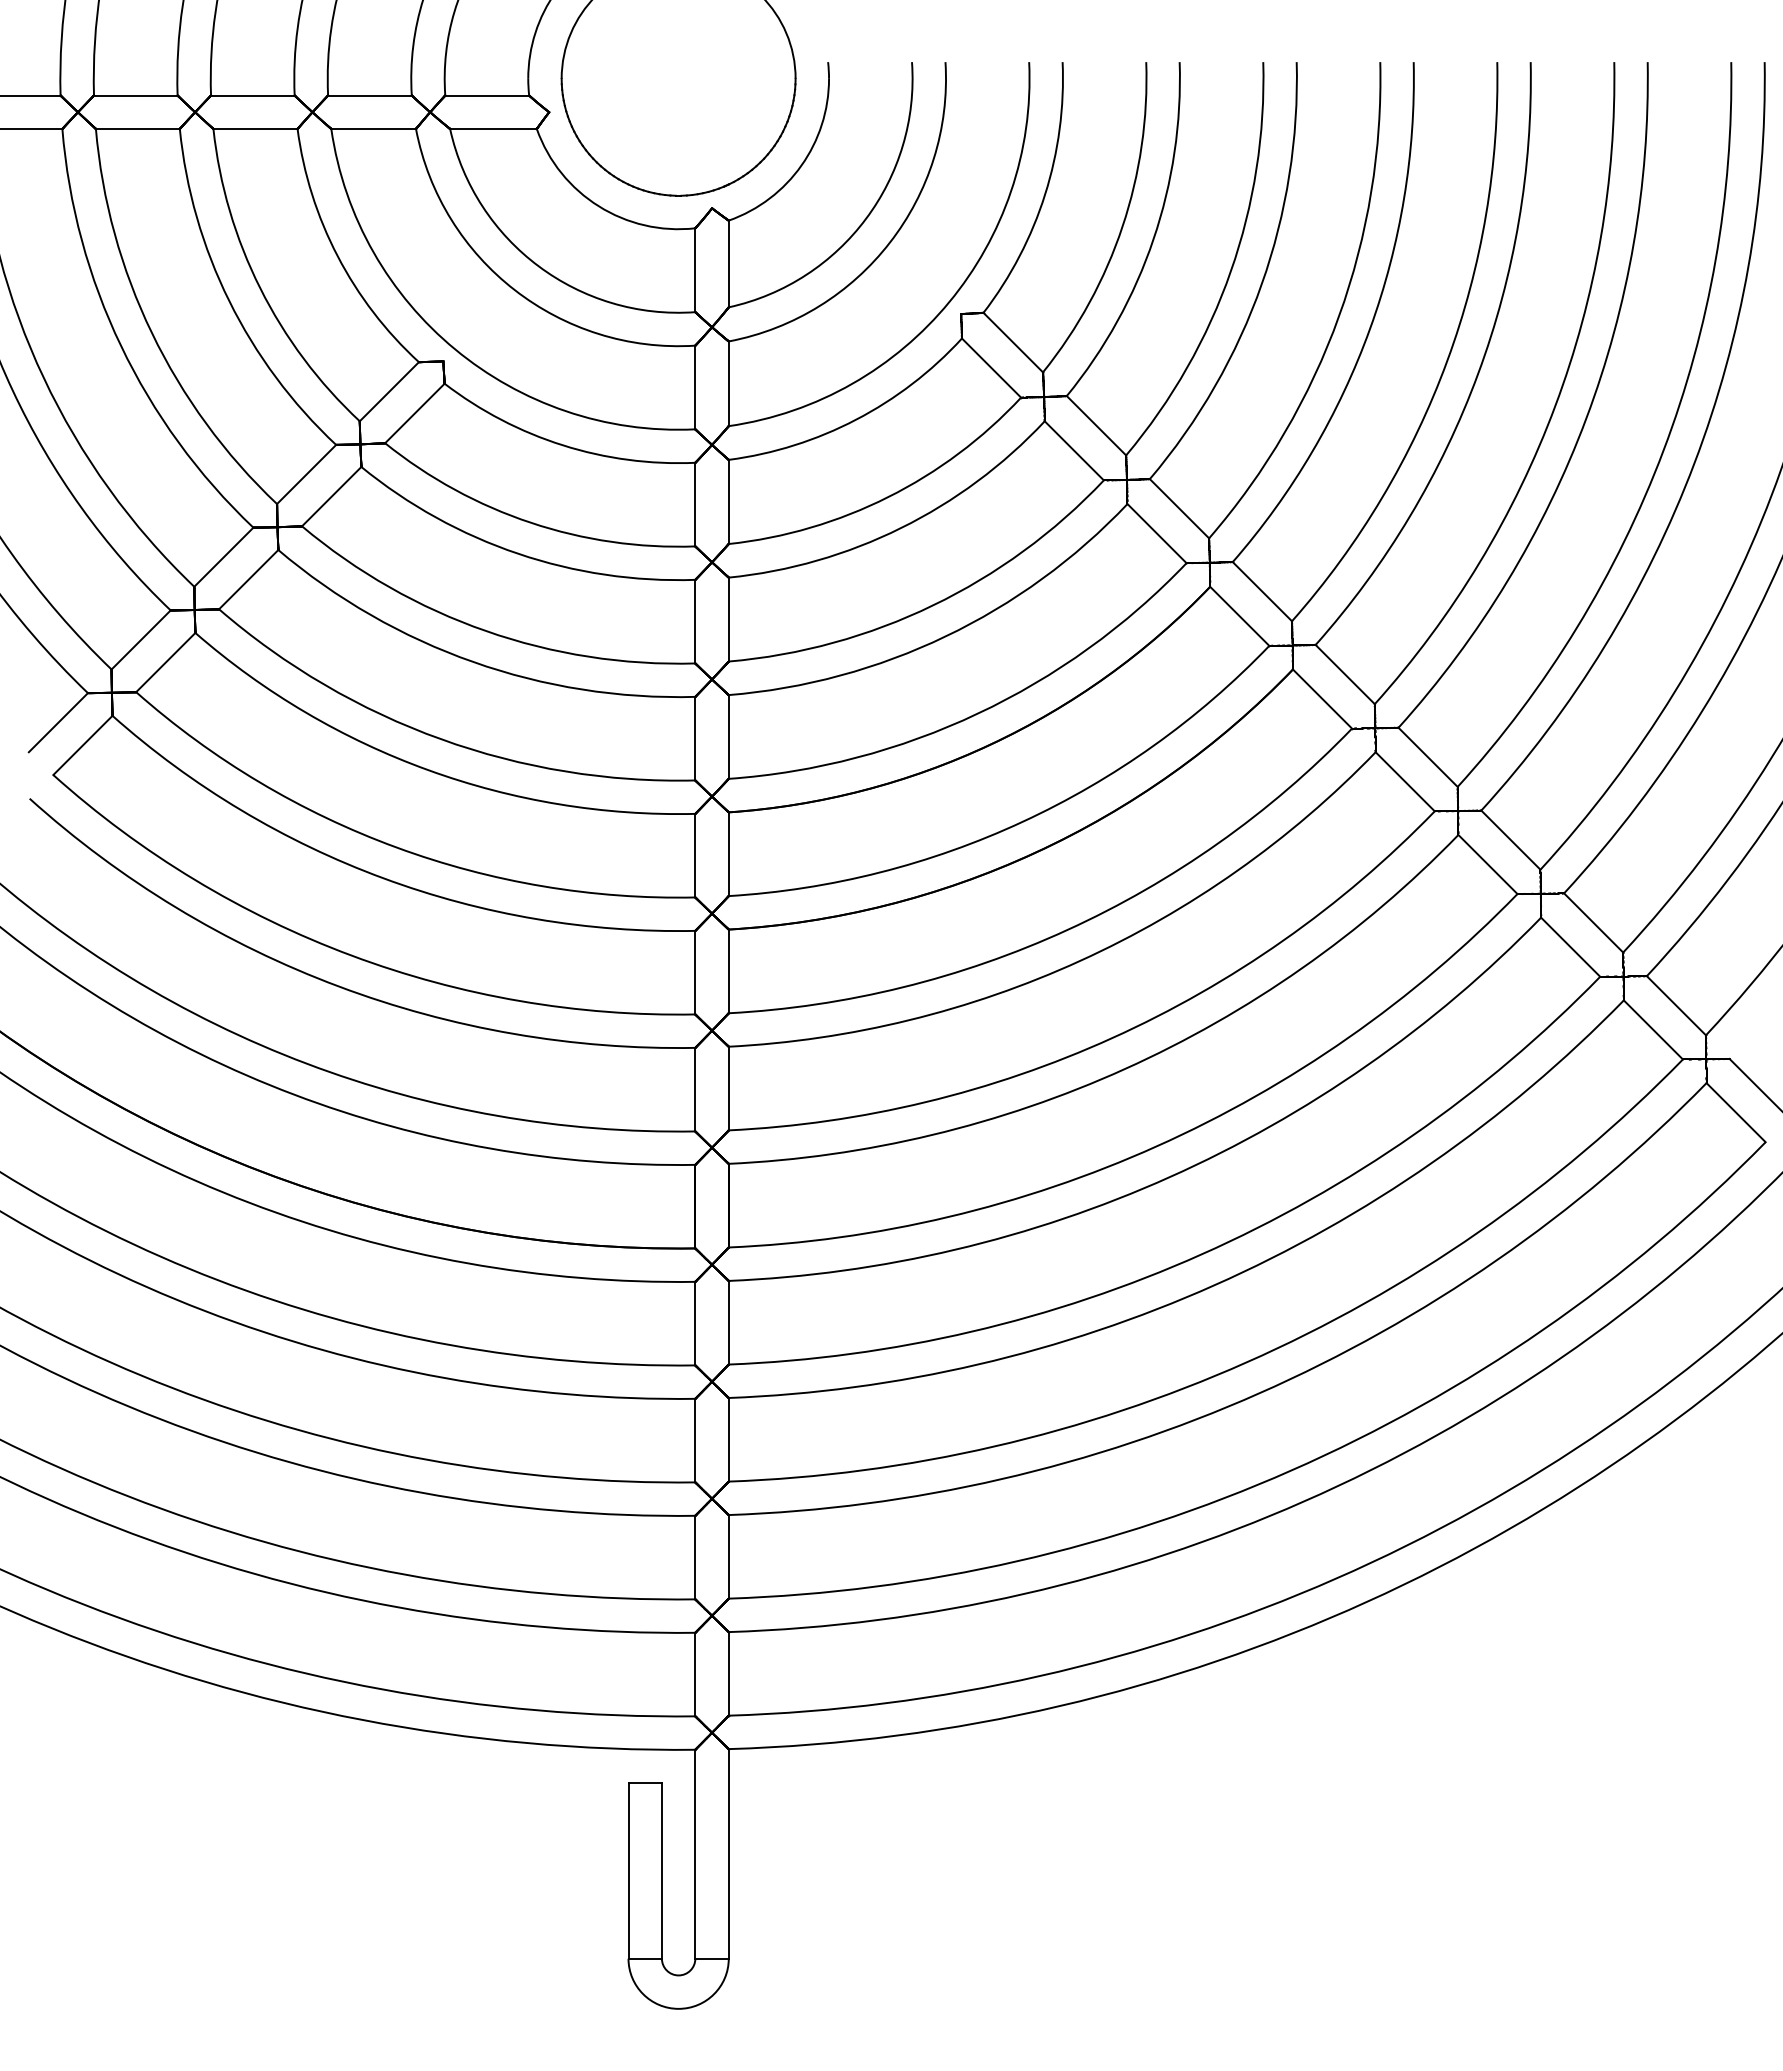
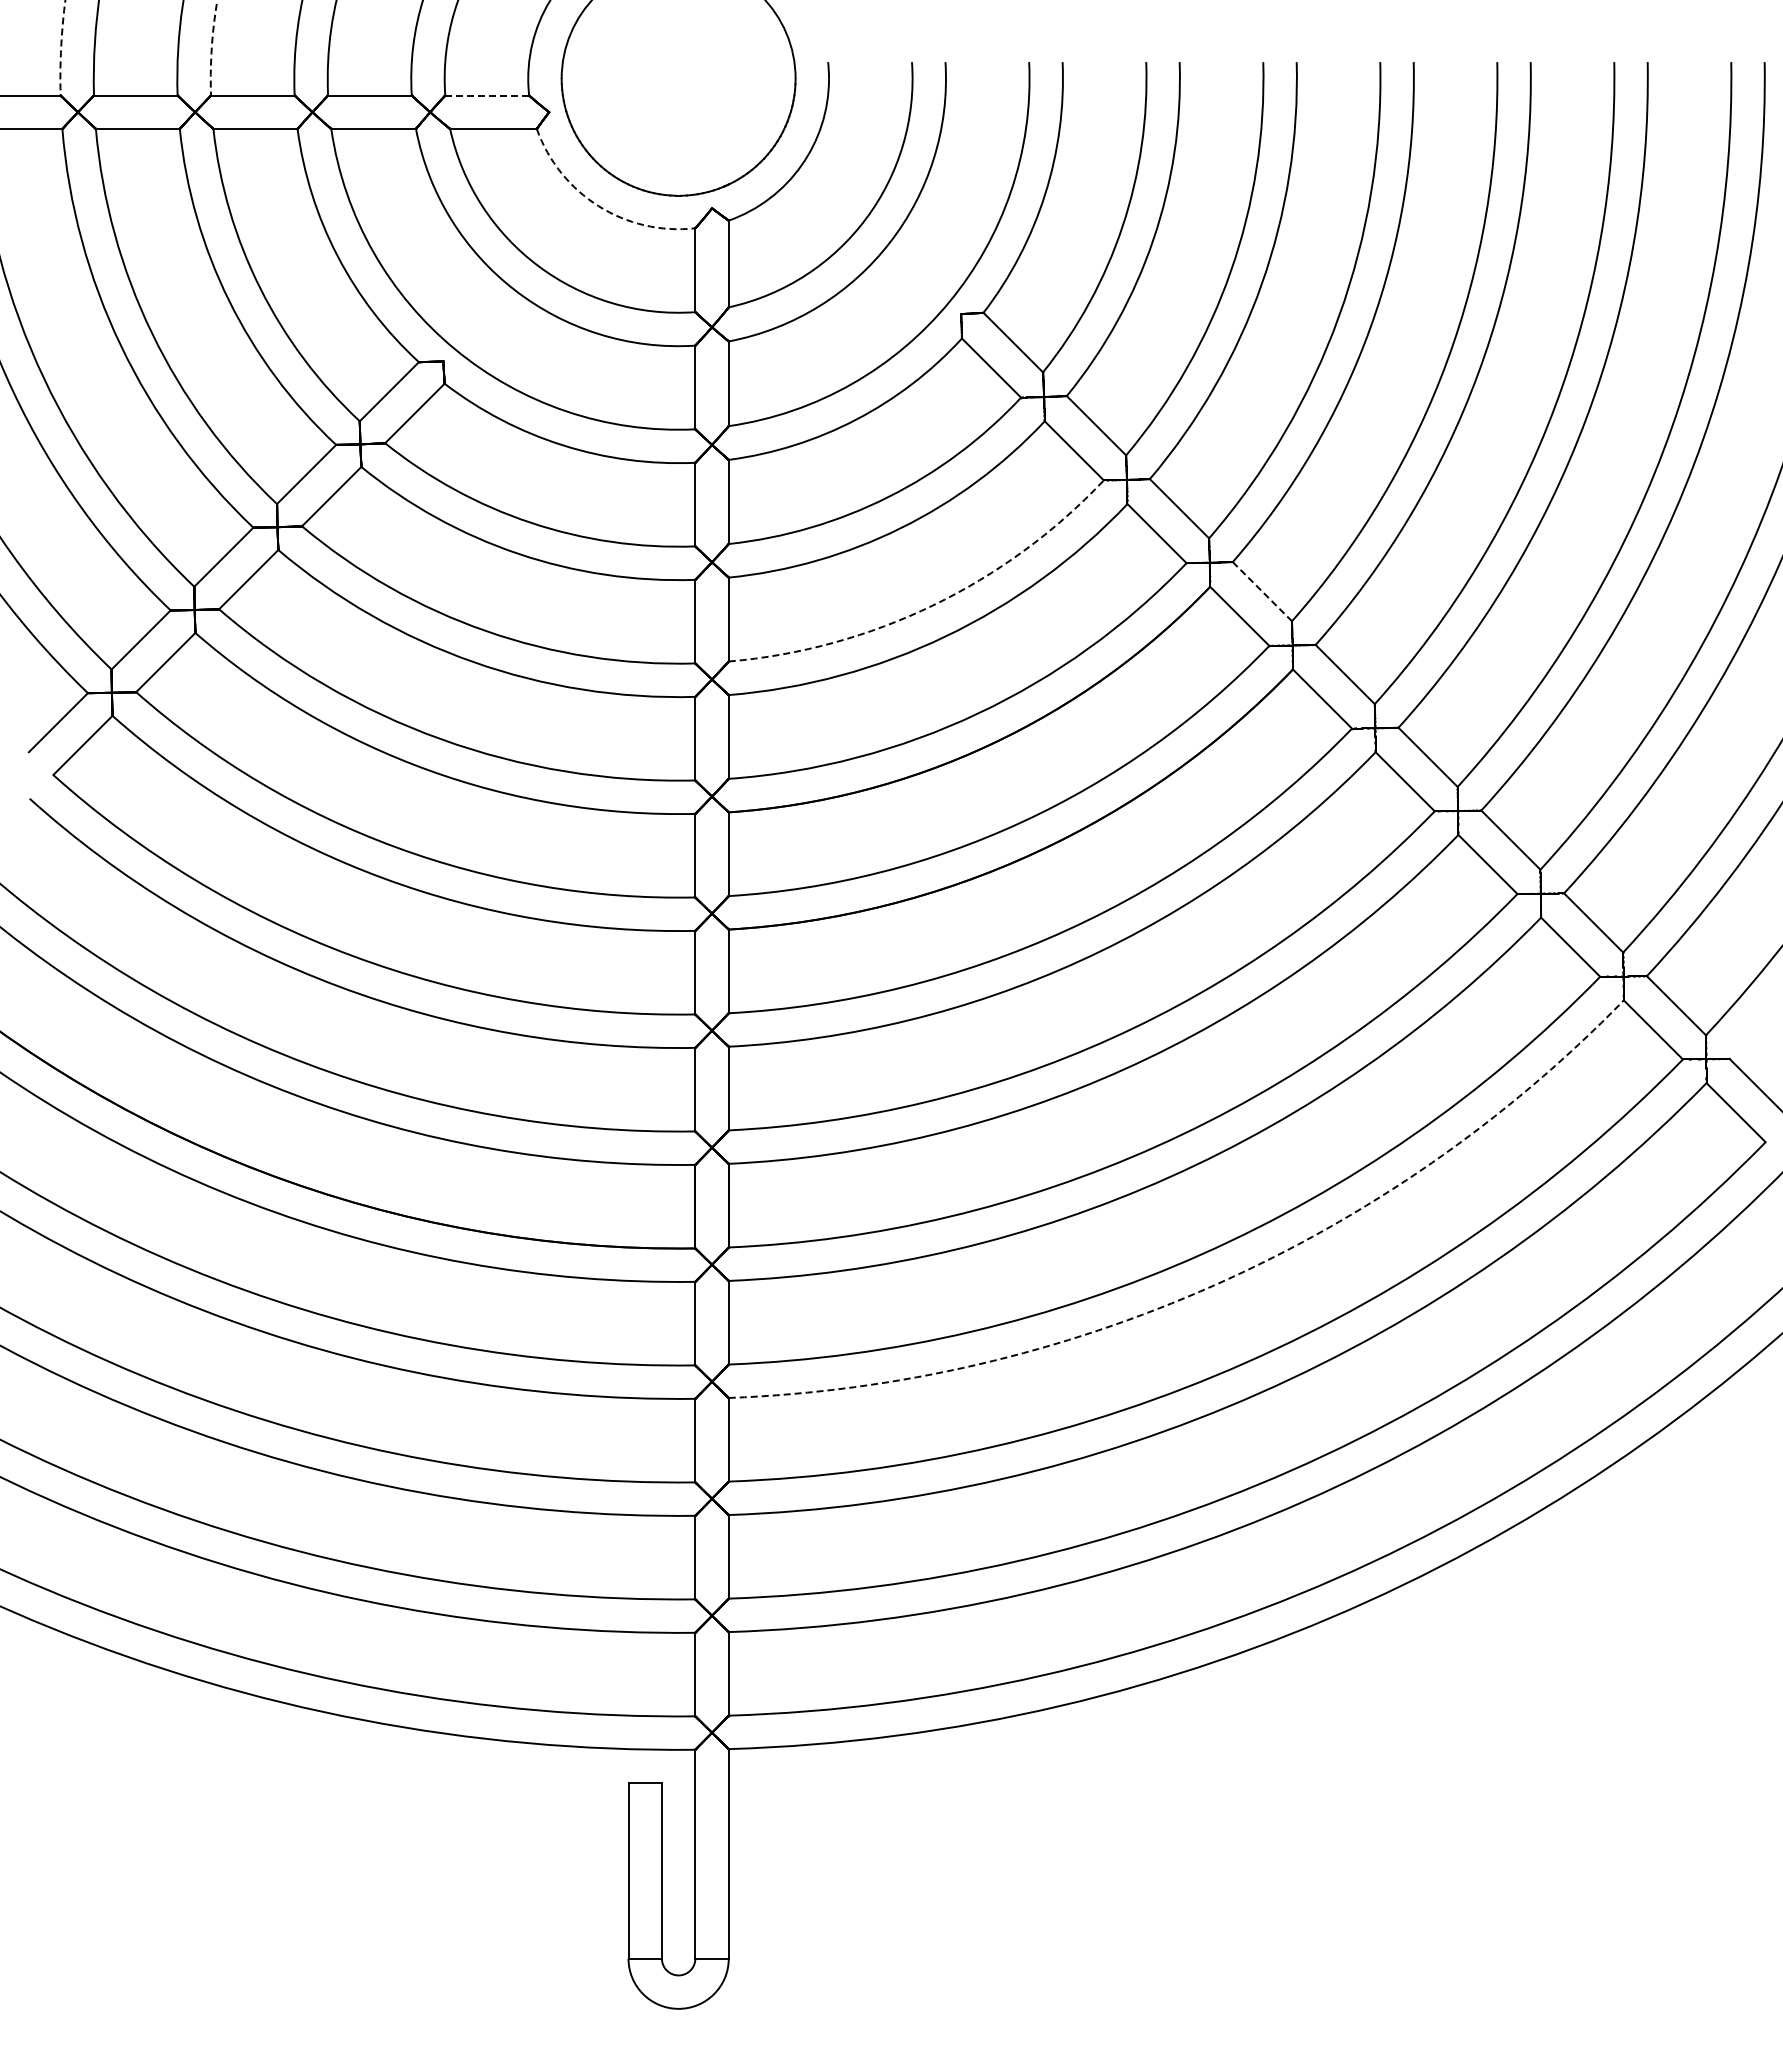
arc at (61, 48): solid -> dashed
arc at (211, 48): solid -> dashed
line at (487, 95): solid -> dashed
arc at (598, 206): solid -> dashed
line at (1262, 591): solid -> dashed
arc at (932, 605): solid -> dashed
arc at (1214, 1285): solid -> dashed
